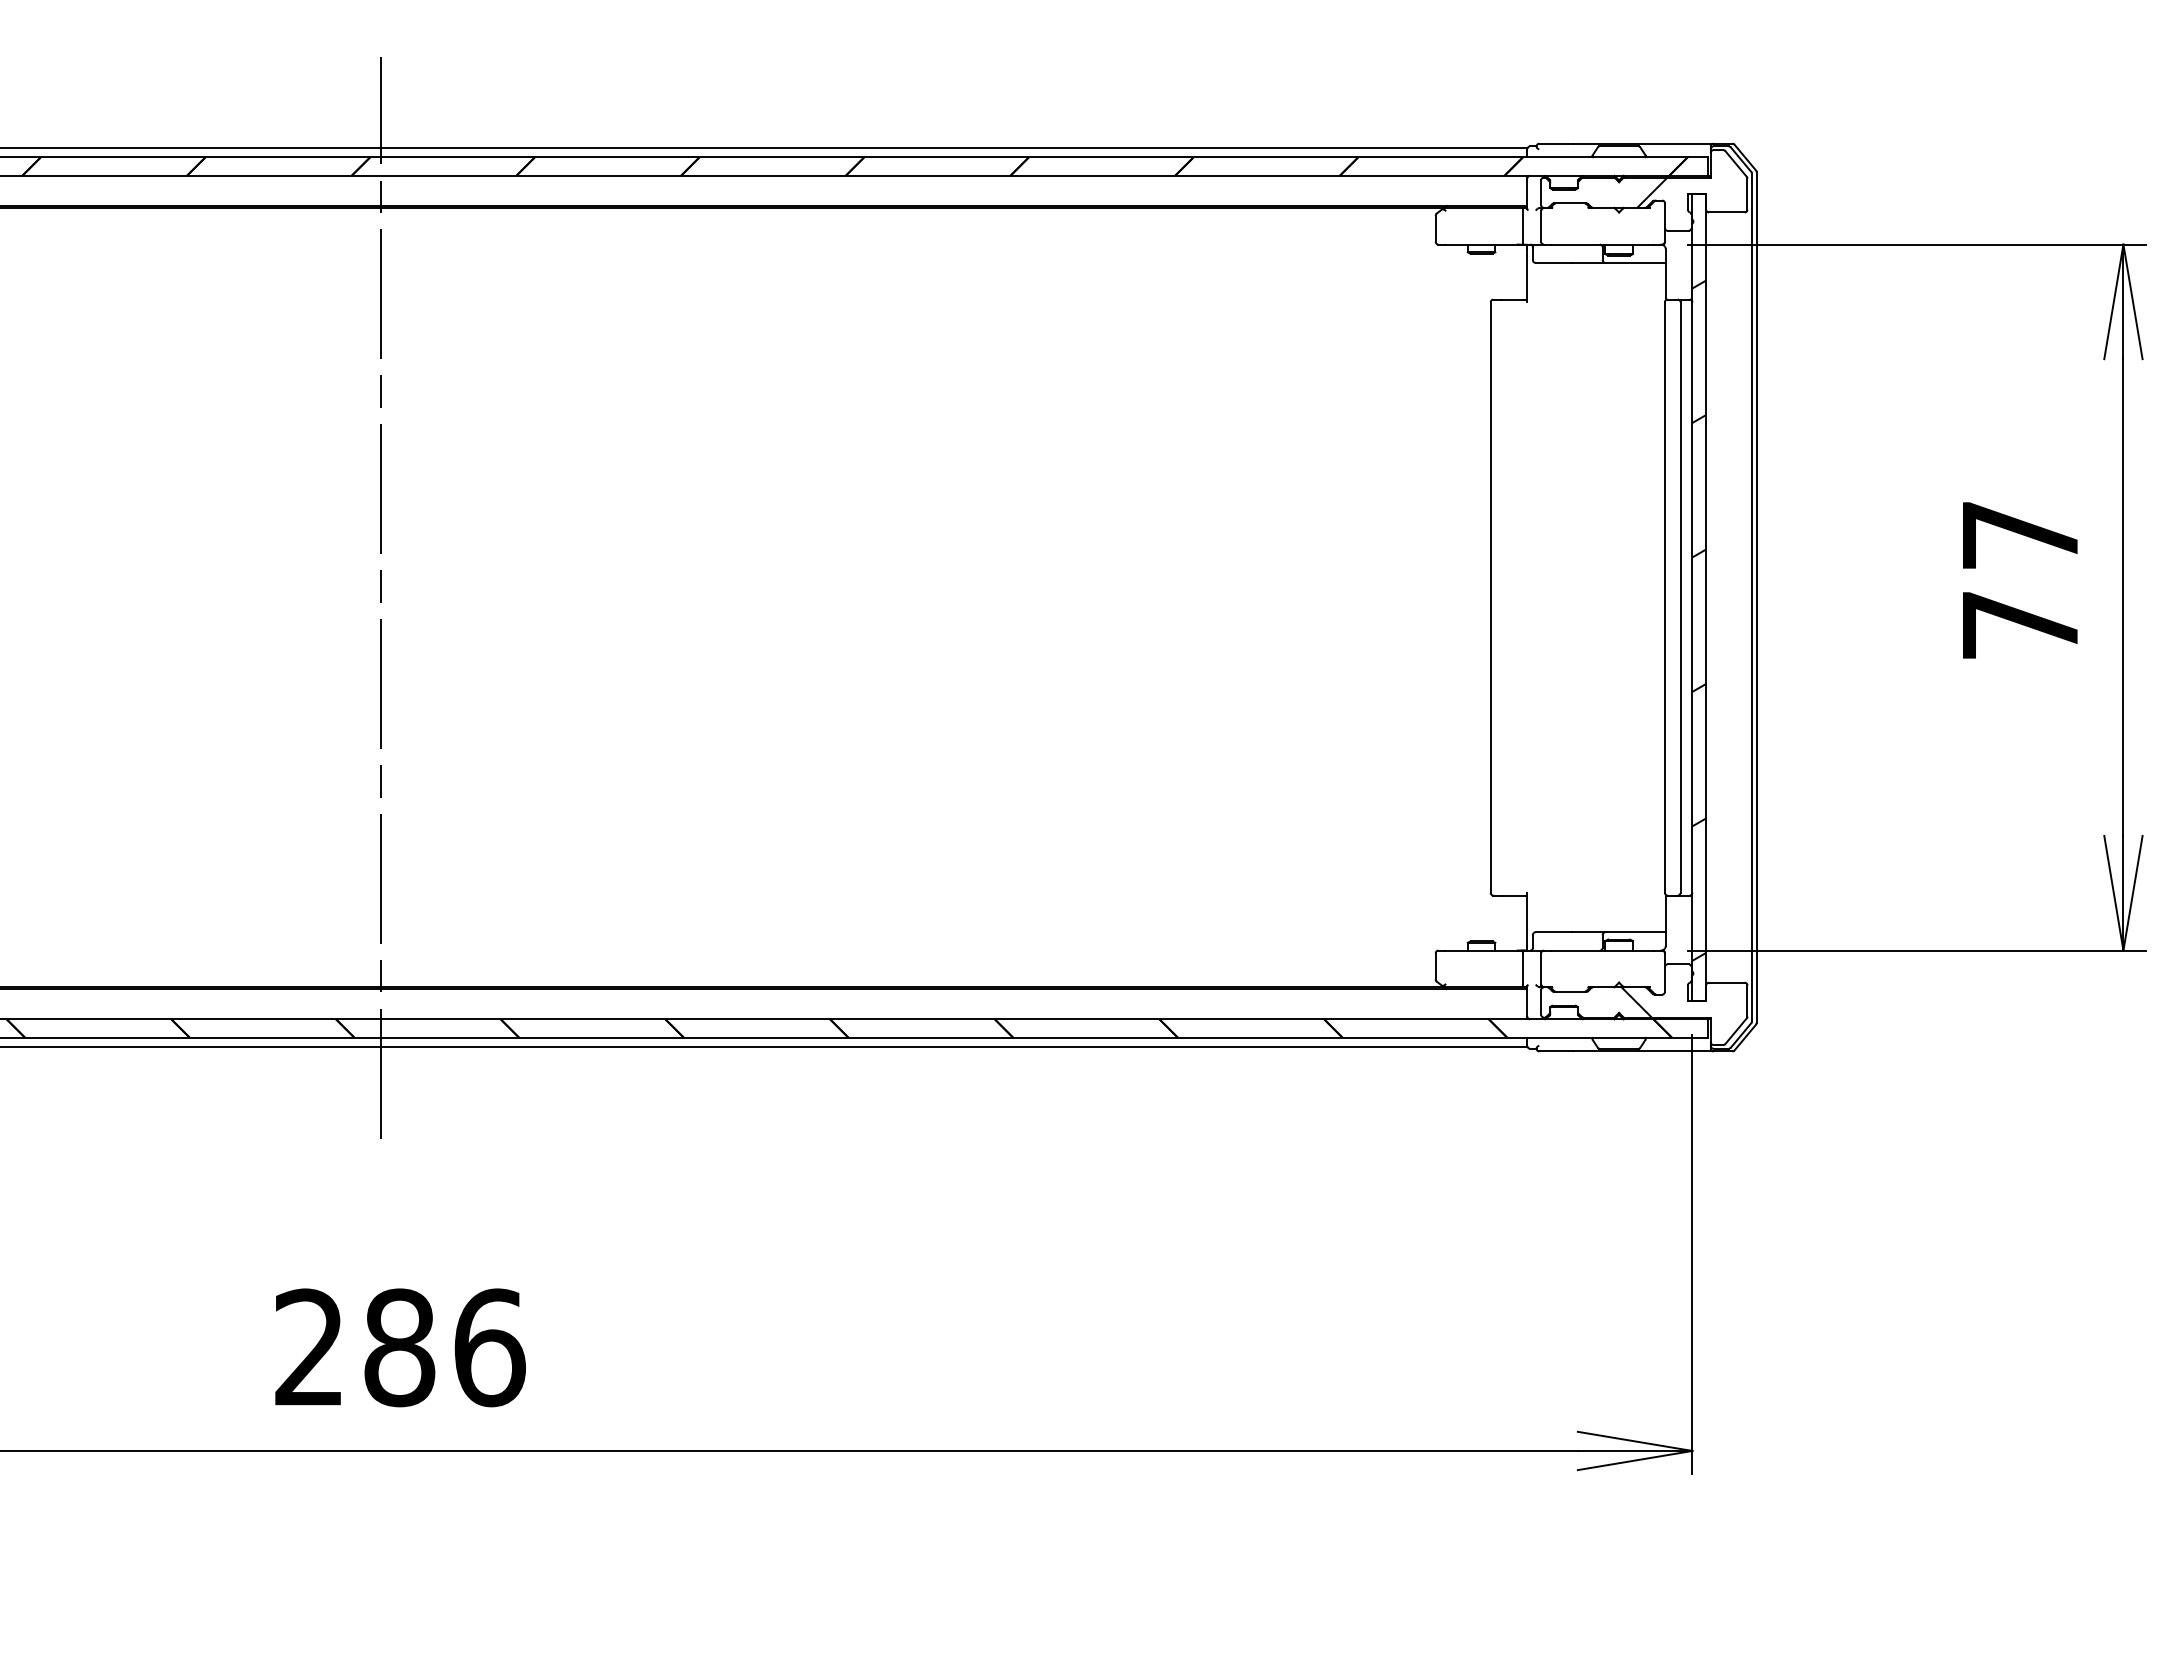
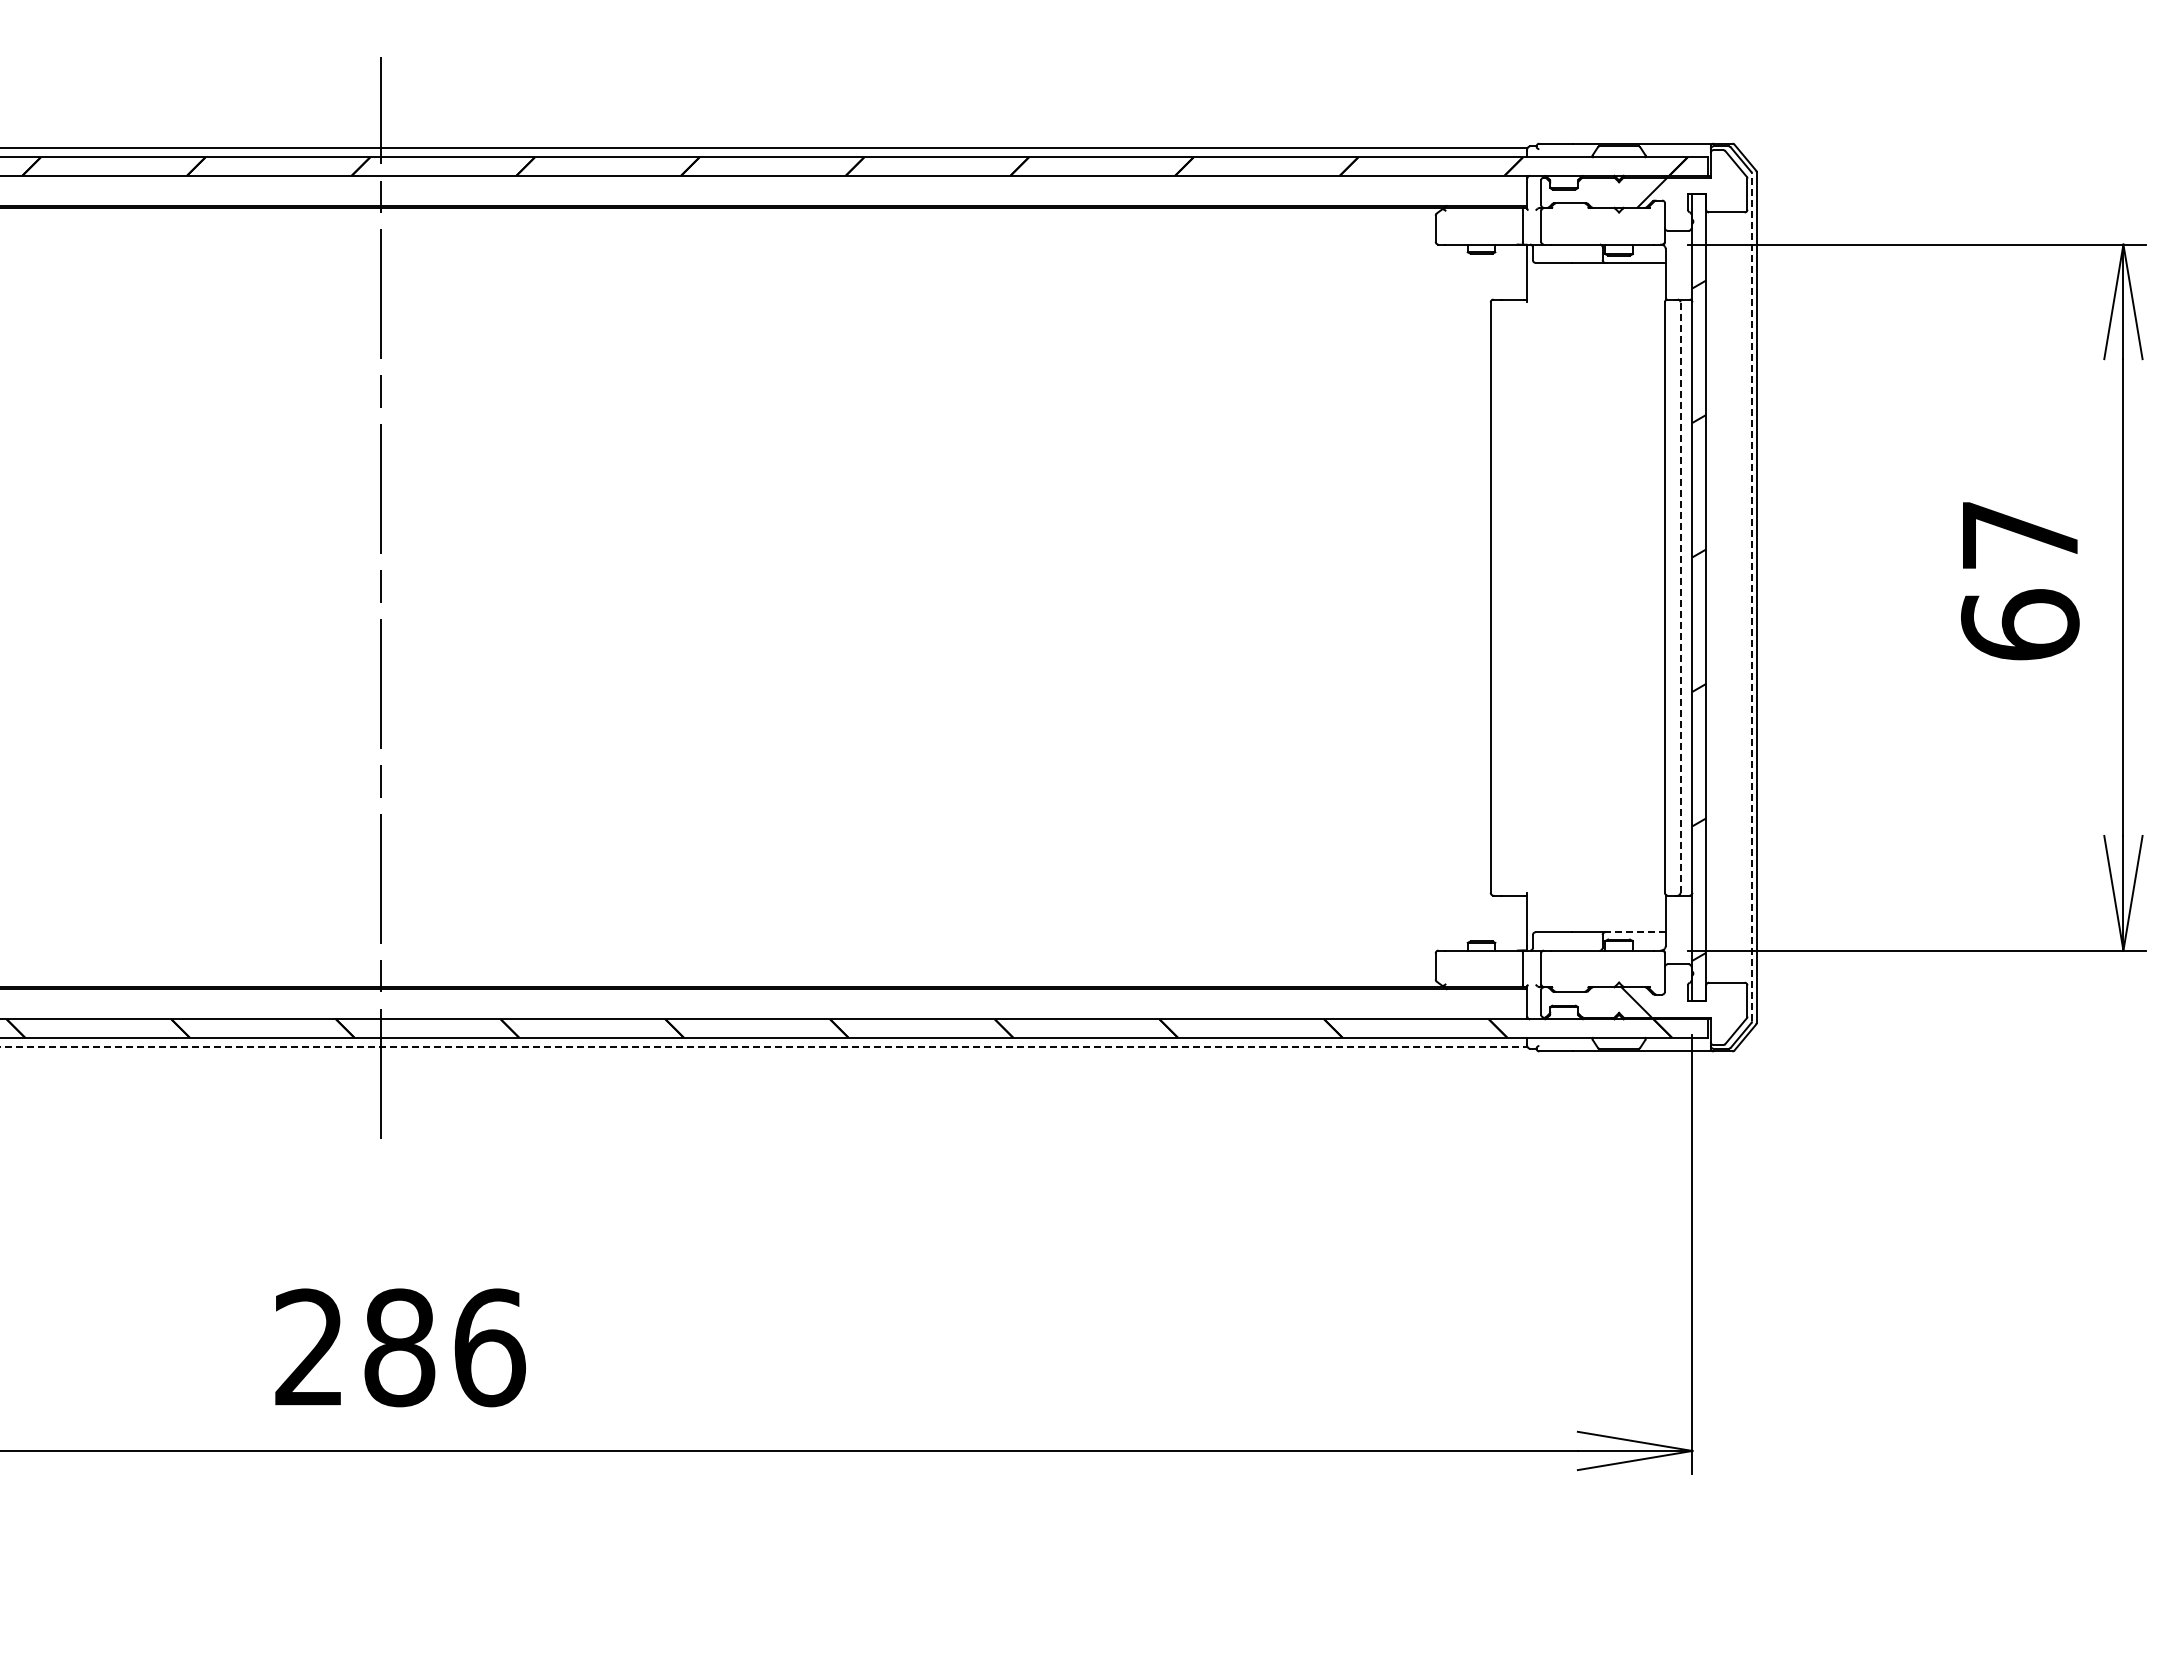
line at (1680, 597): solid -> dashed
line at (1752, 597): solid -> dashed
text at (2020, 624): 77 -> 67
line at (1635, 932): solid -> dashed
line at (764, 1046): solid -> dashed
